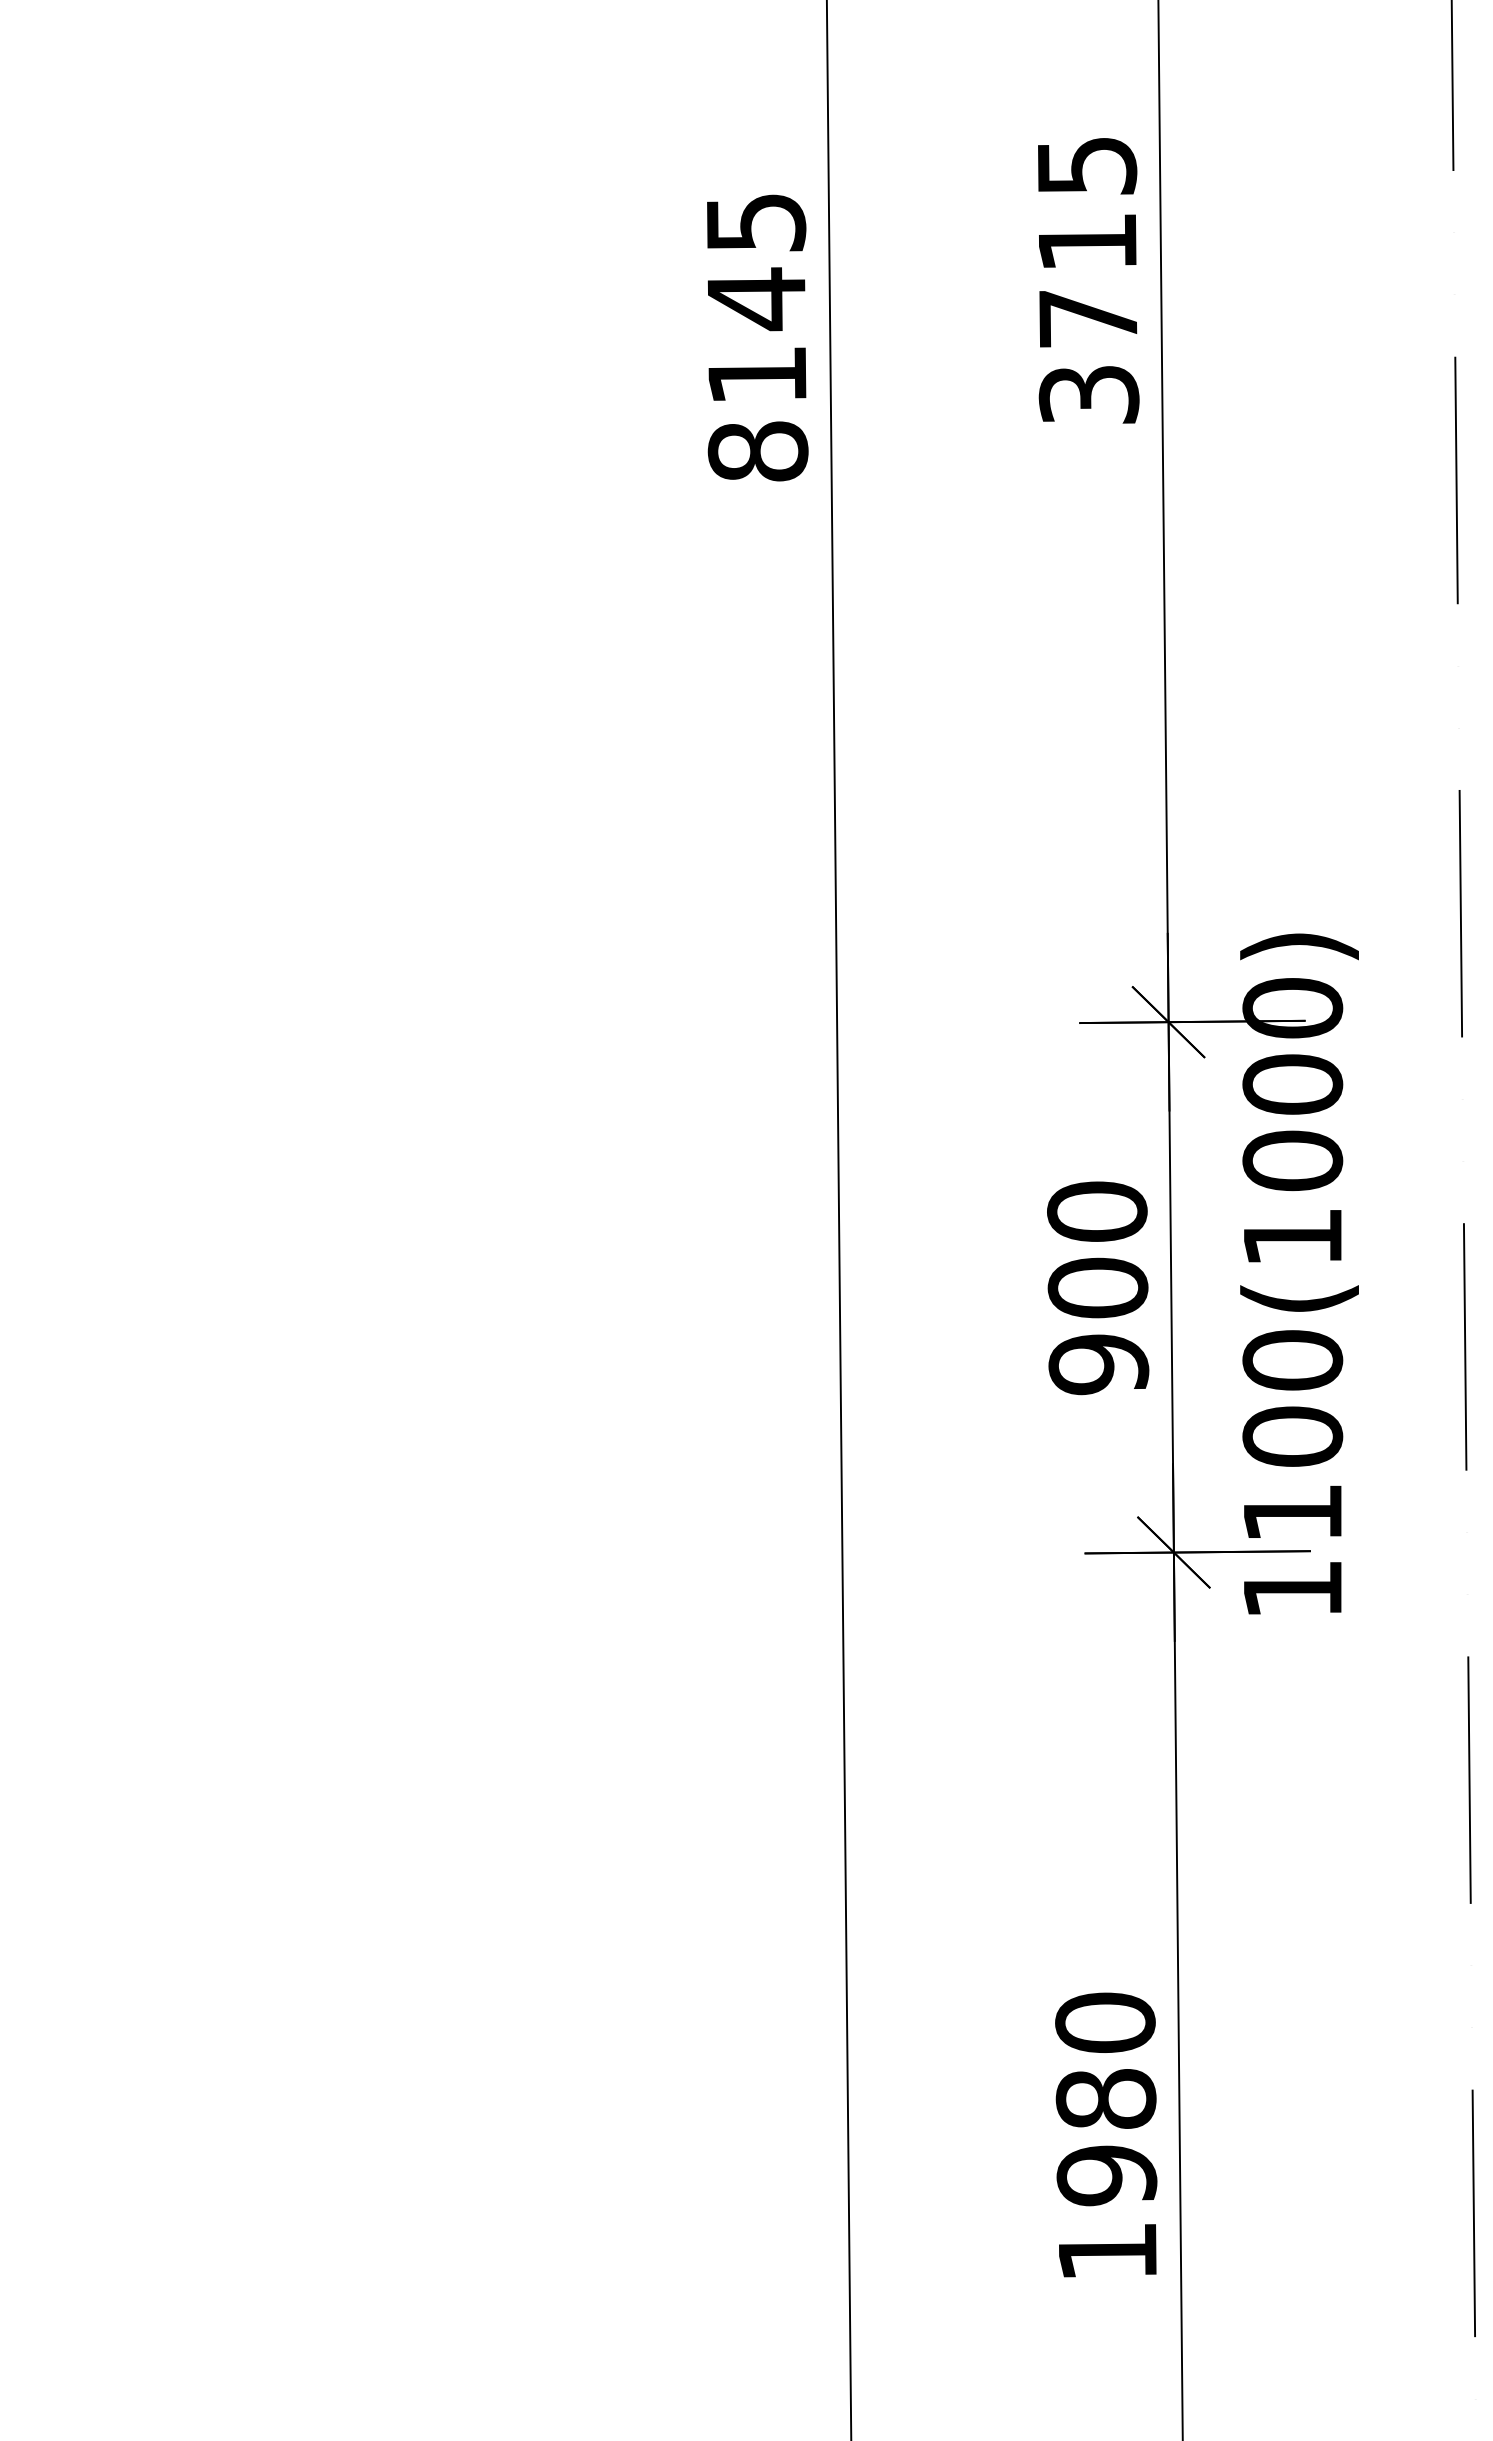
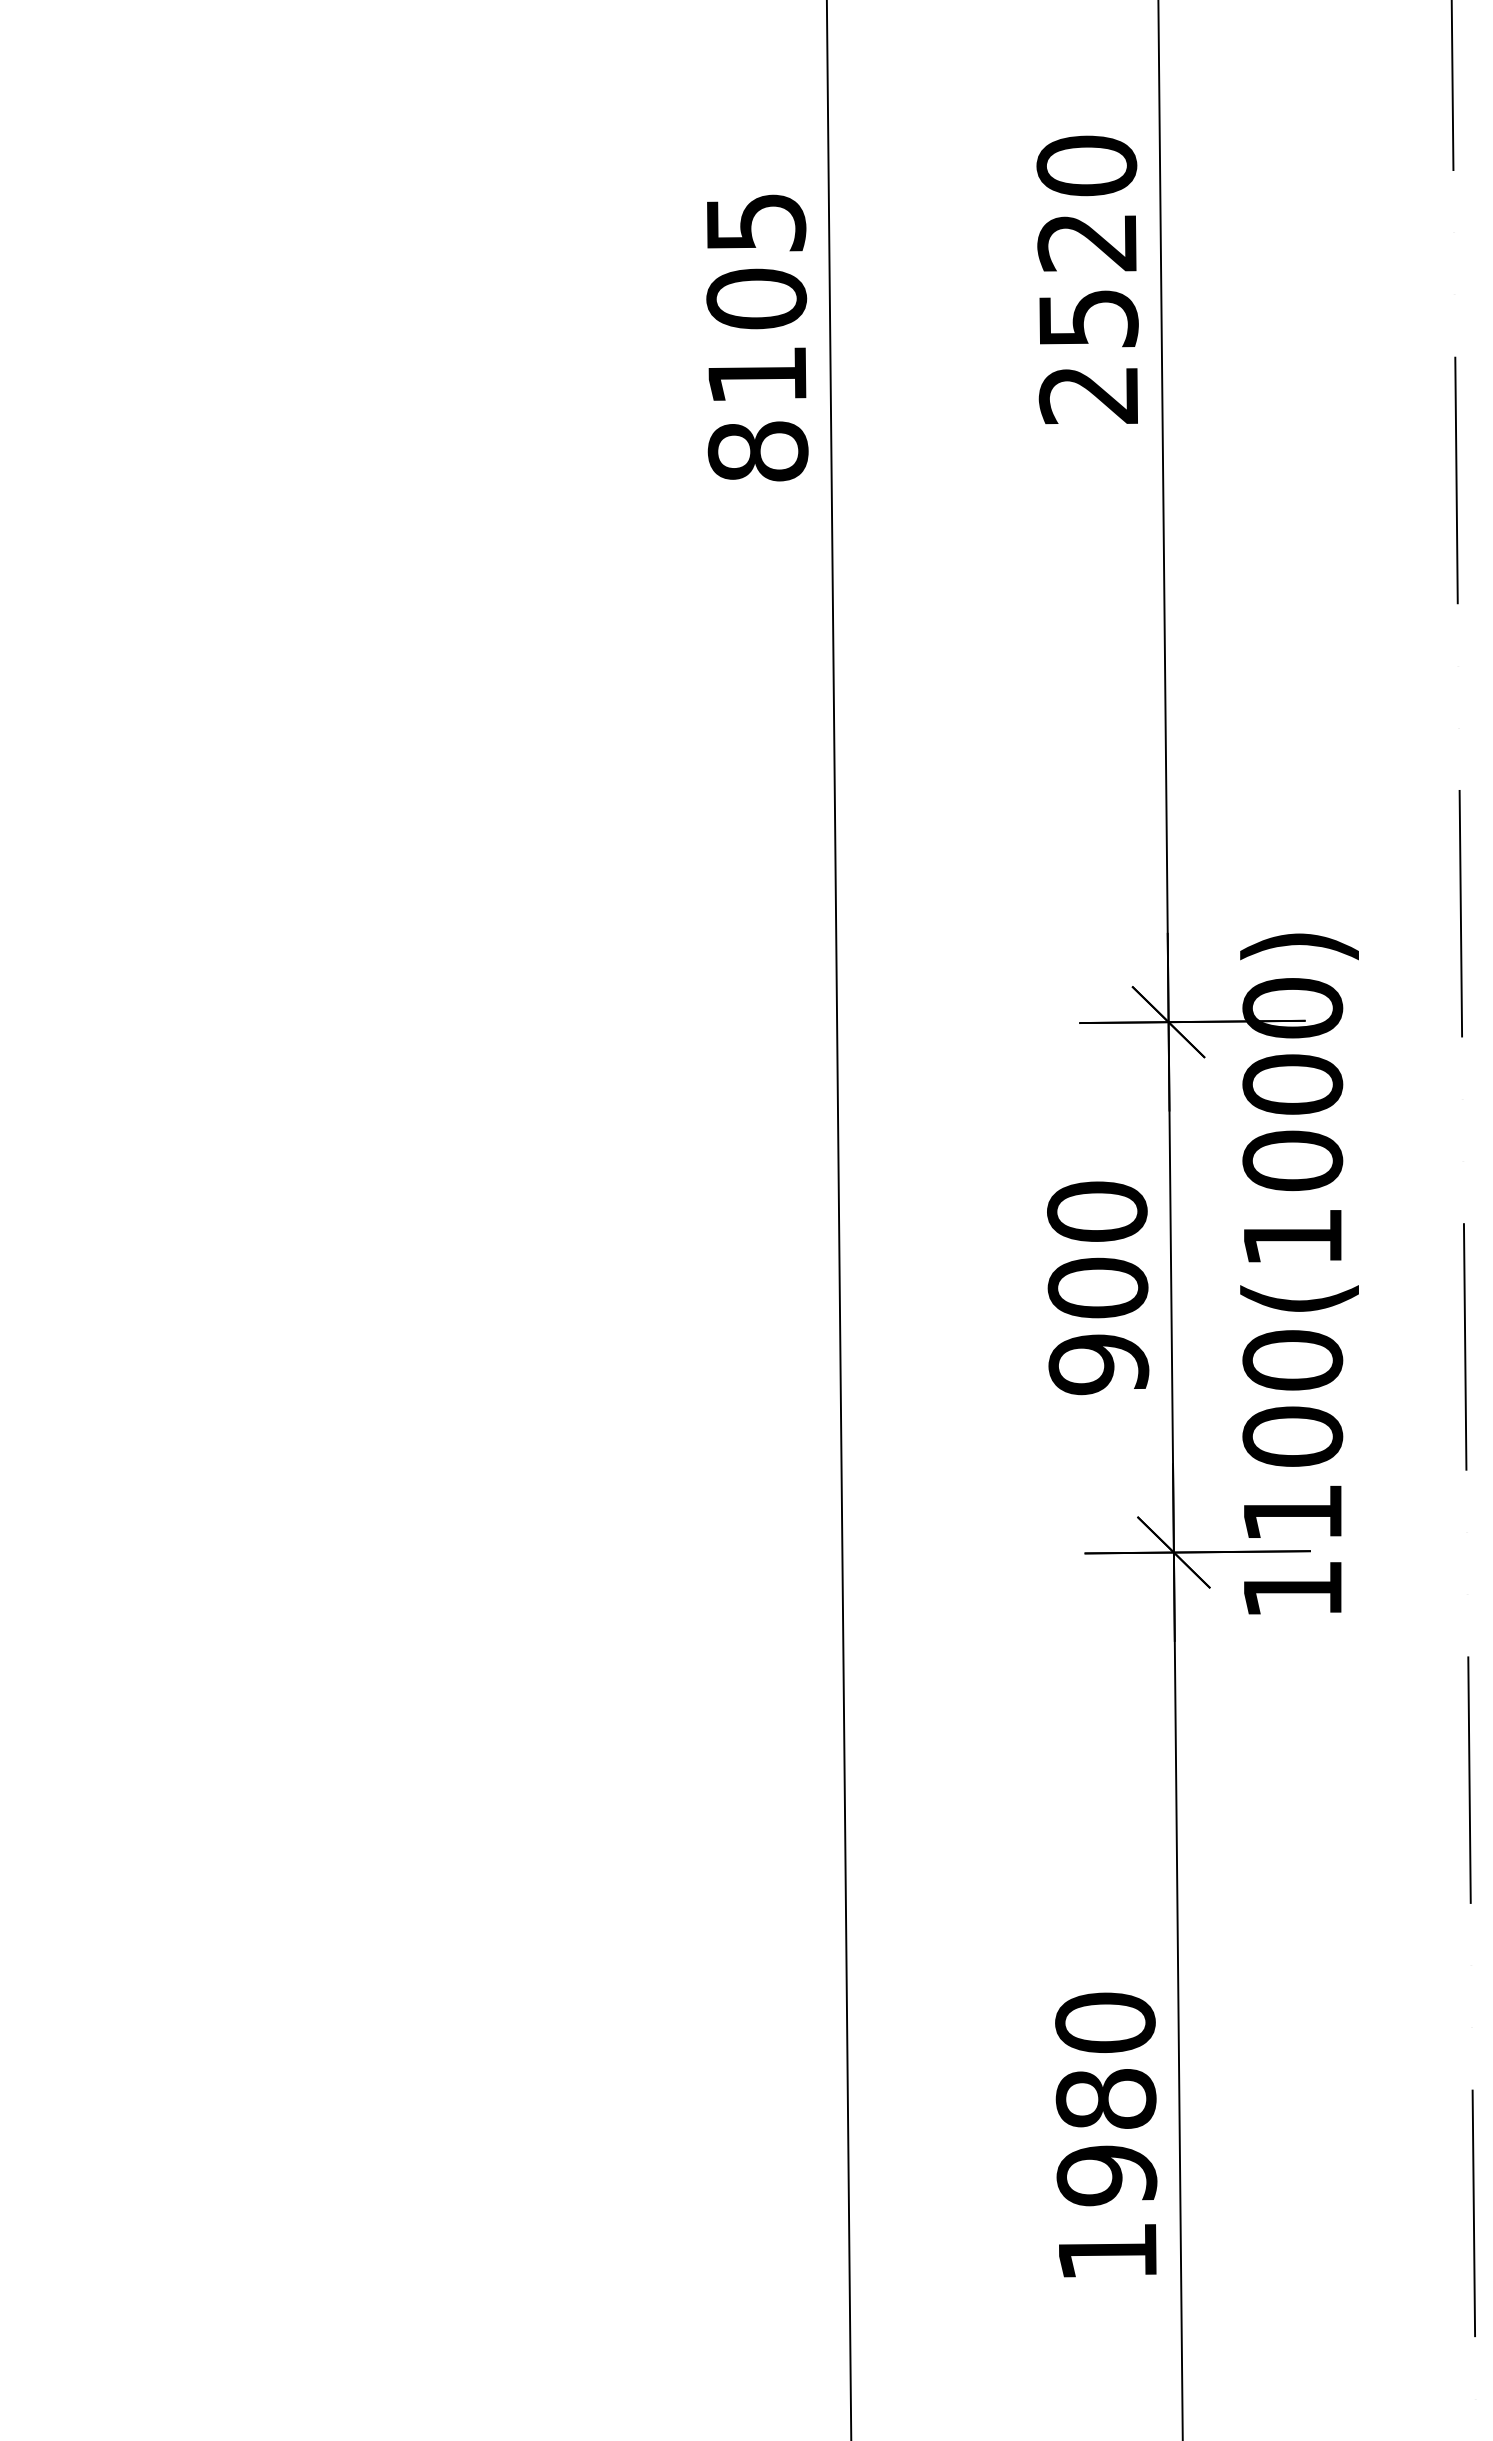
text at (1087, 279): 3715 -> 2520
text at (756, 299): 8145 -> 8105
